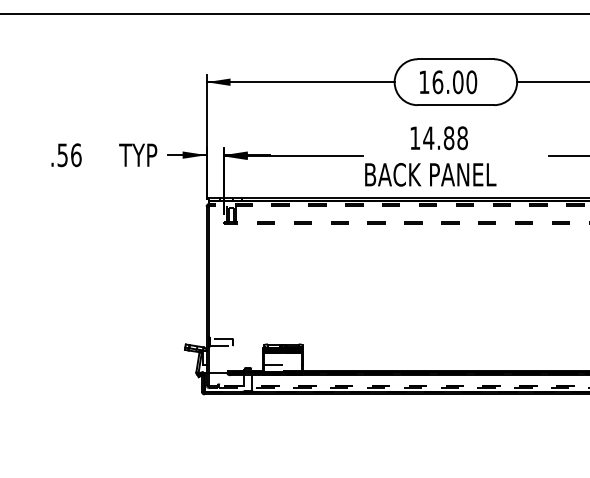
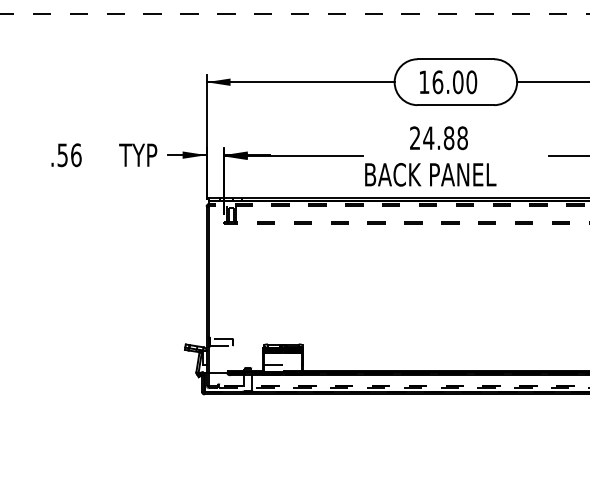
line at (295, 14): solid -> dashed
text at (415, 137): 14.88 -> 24.88
